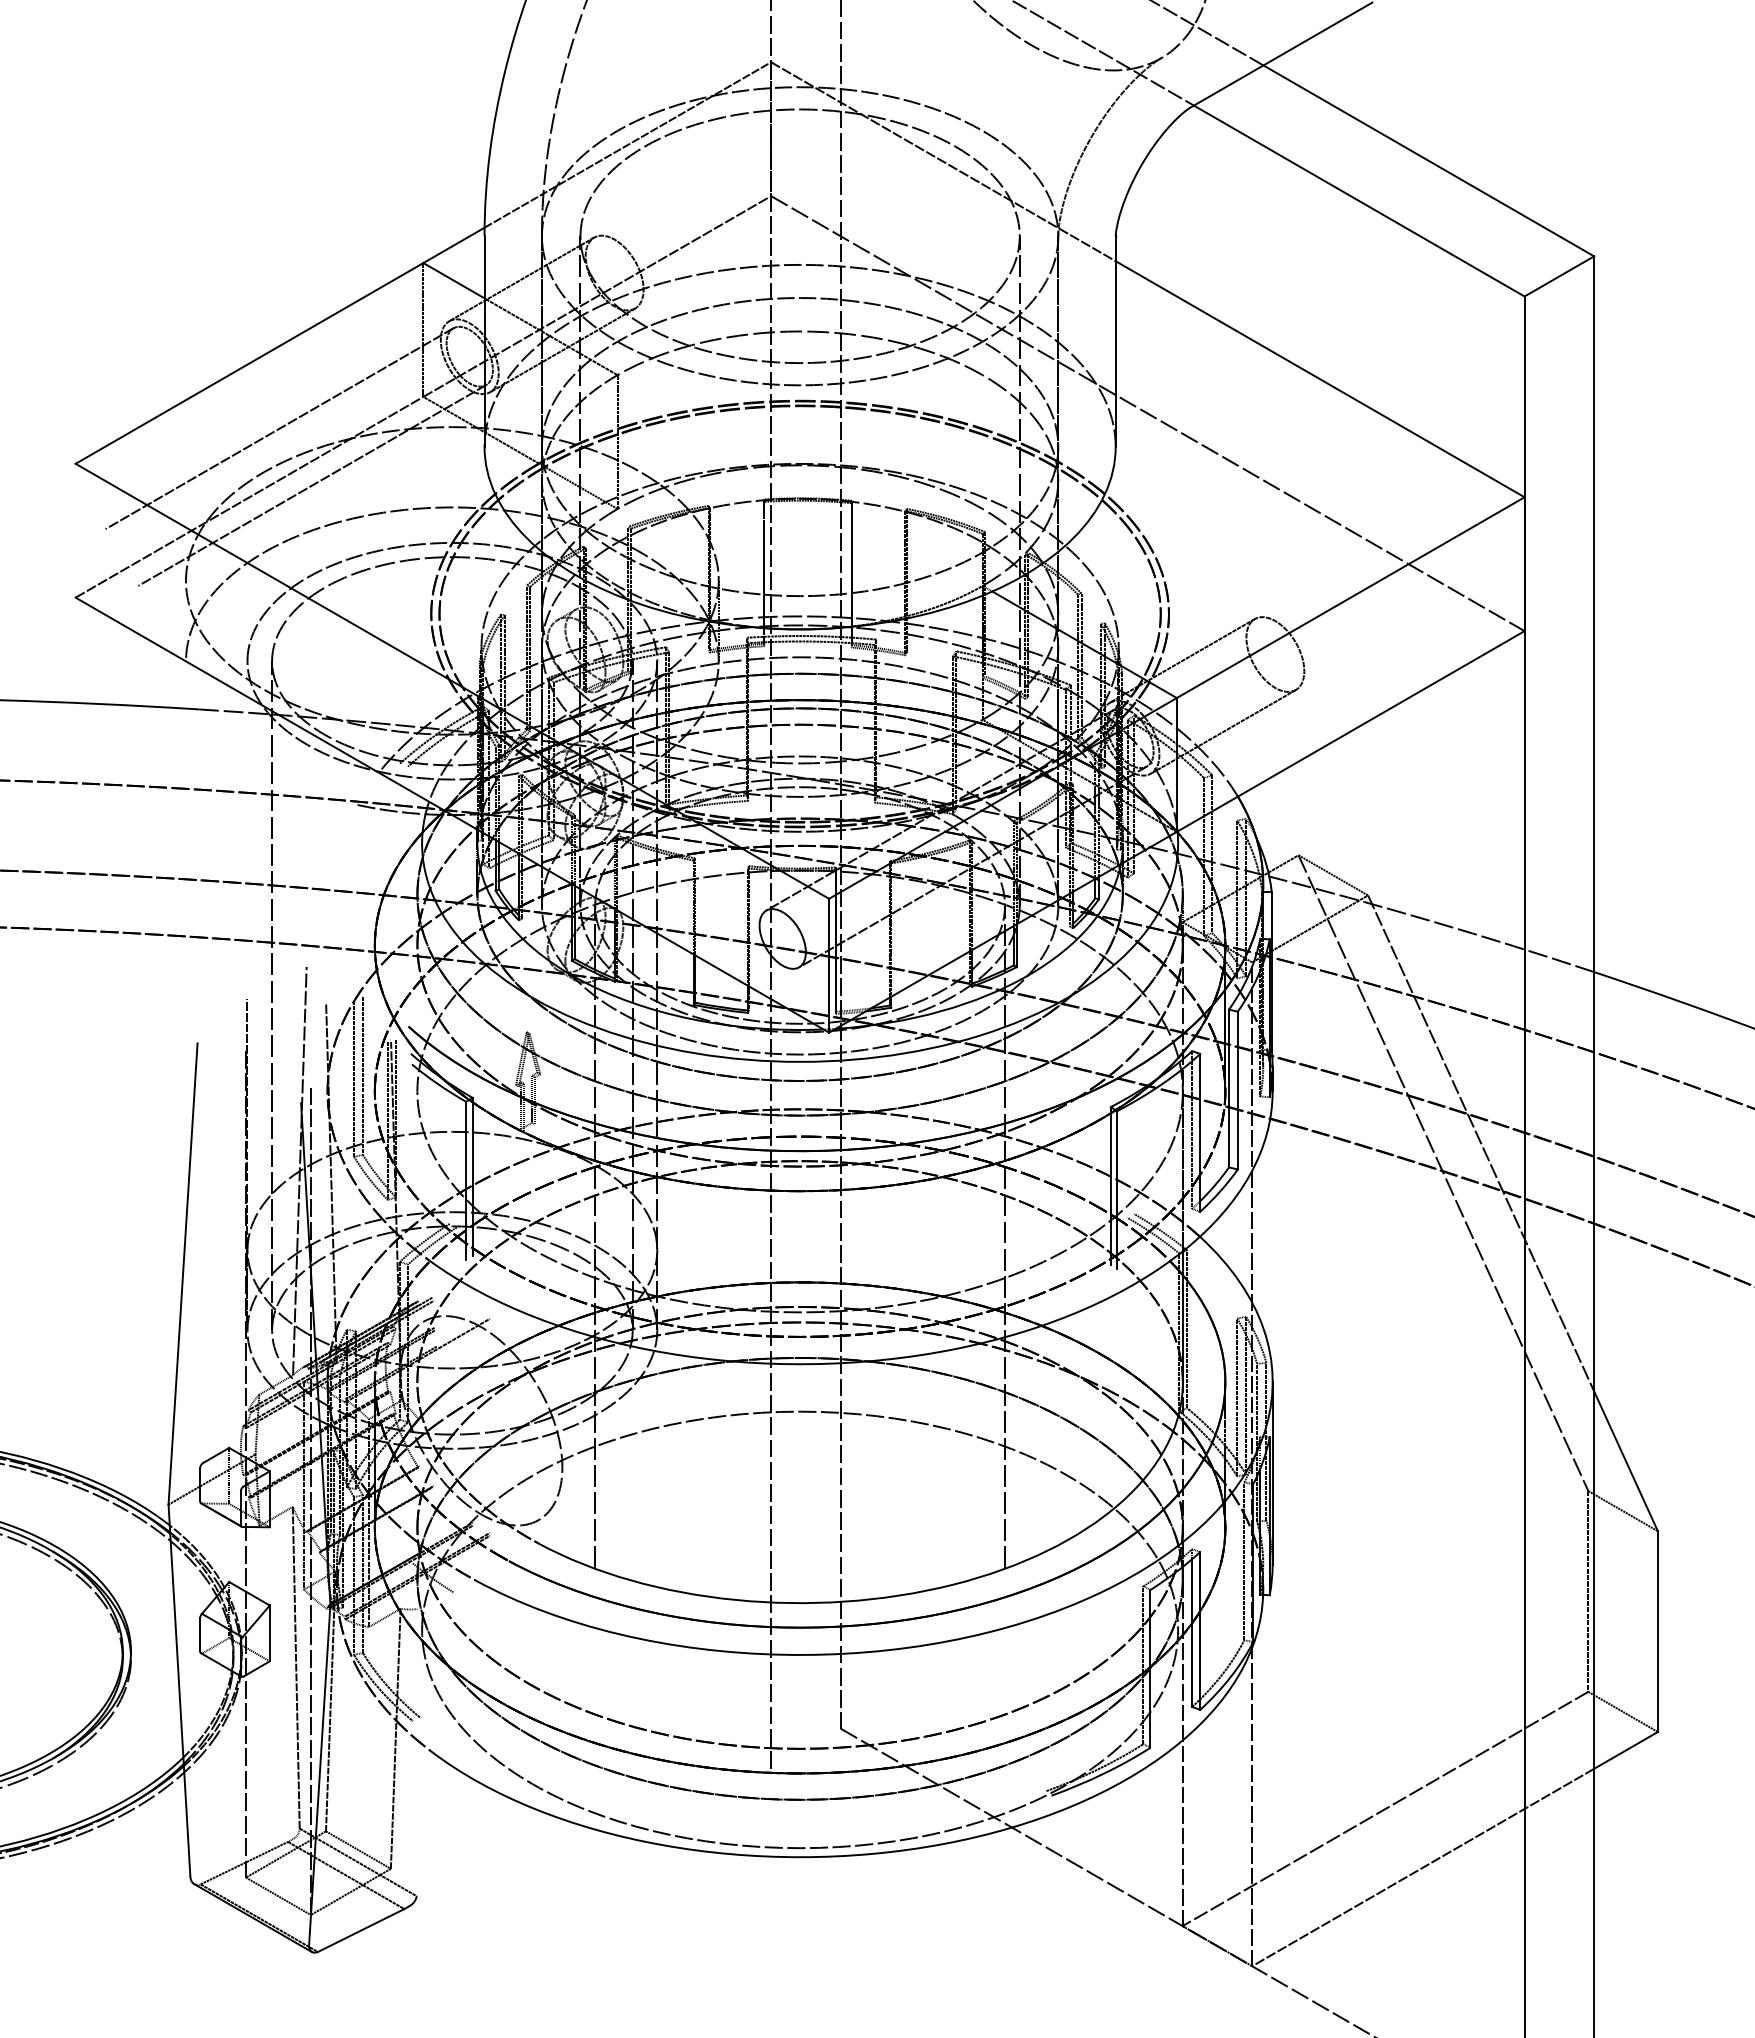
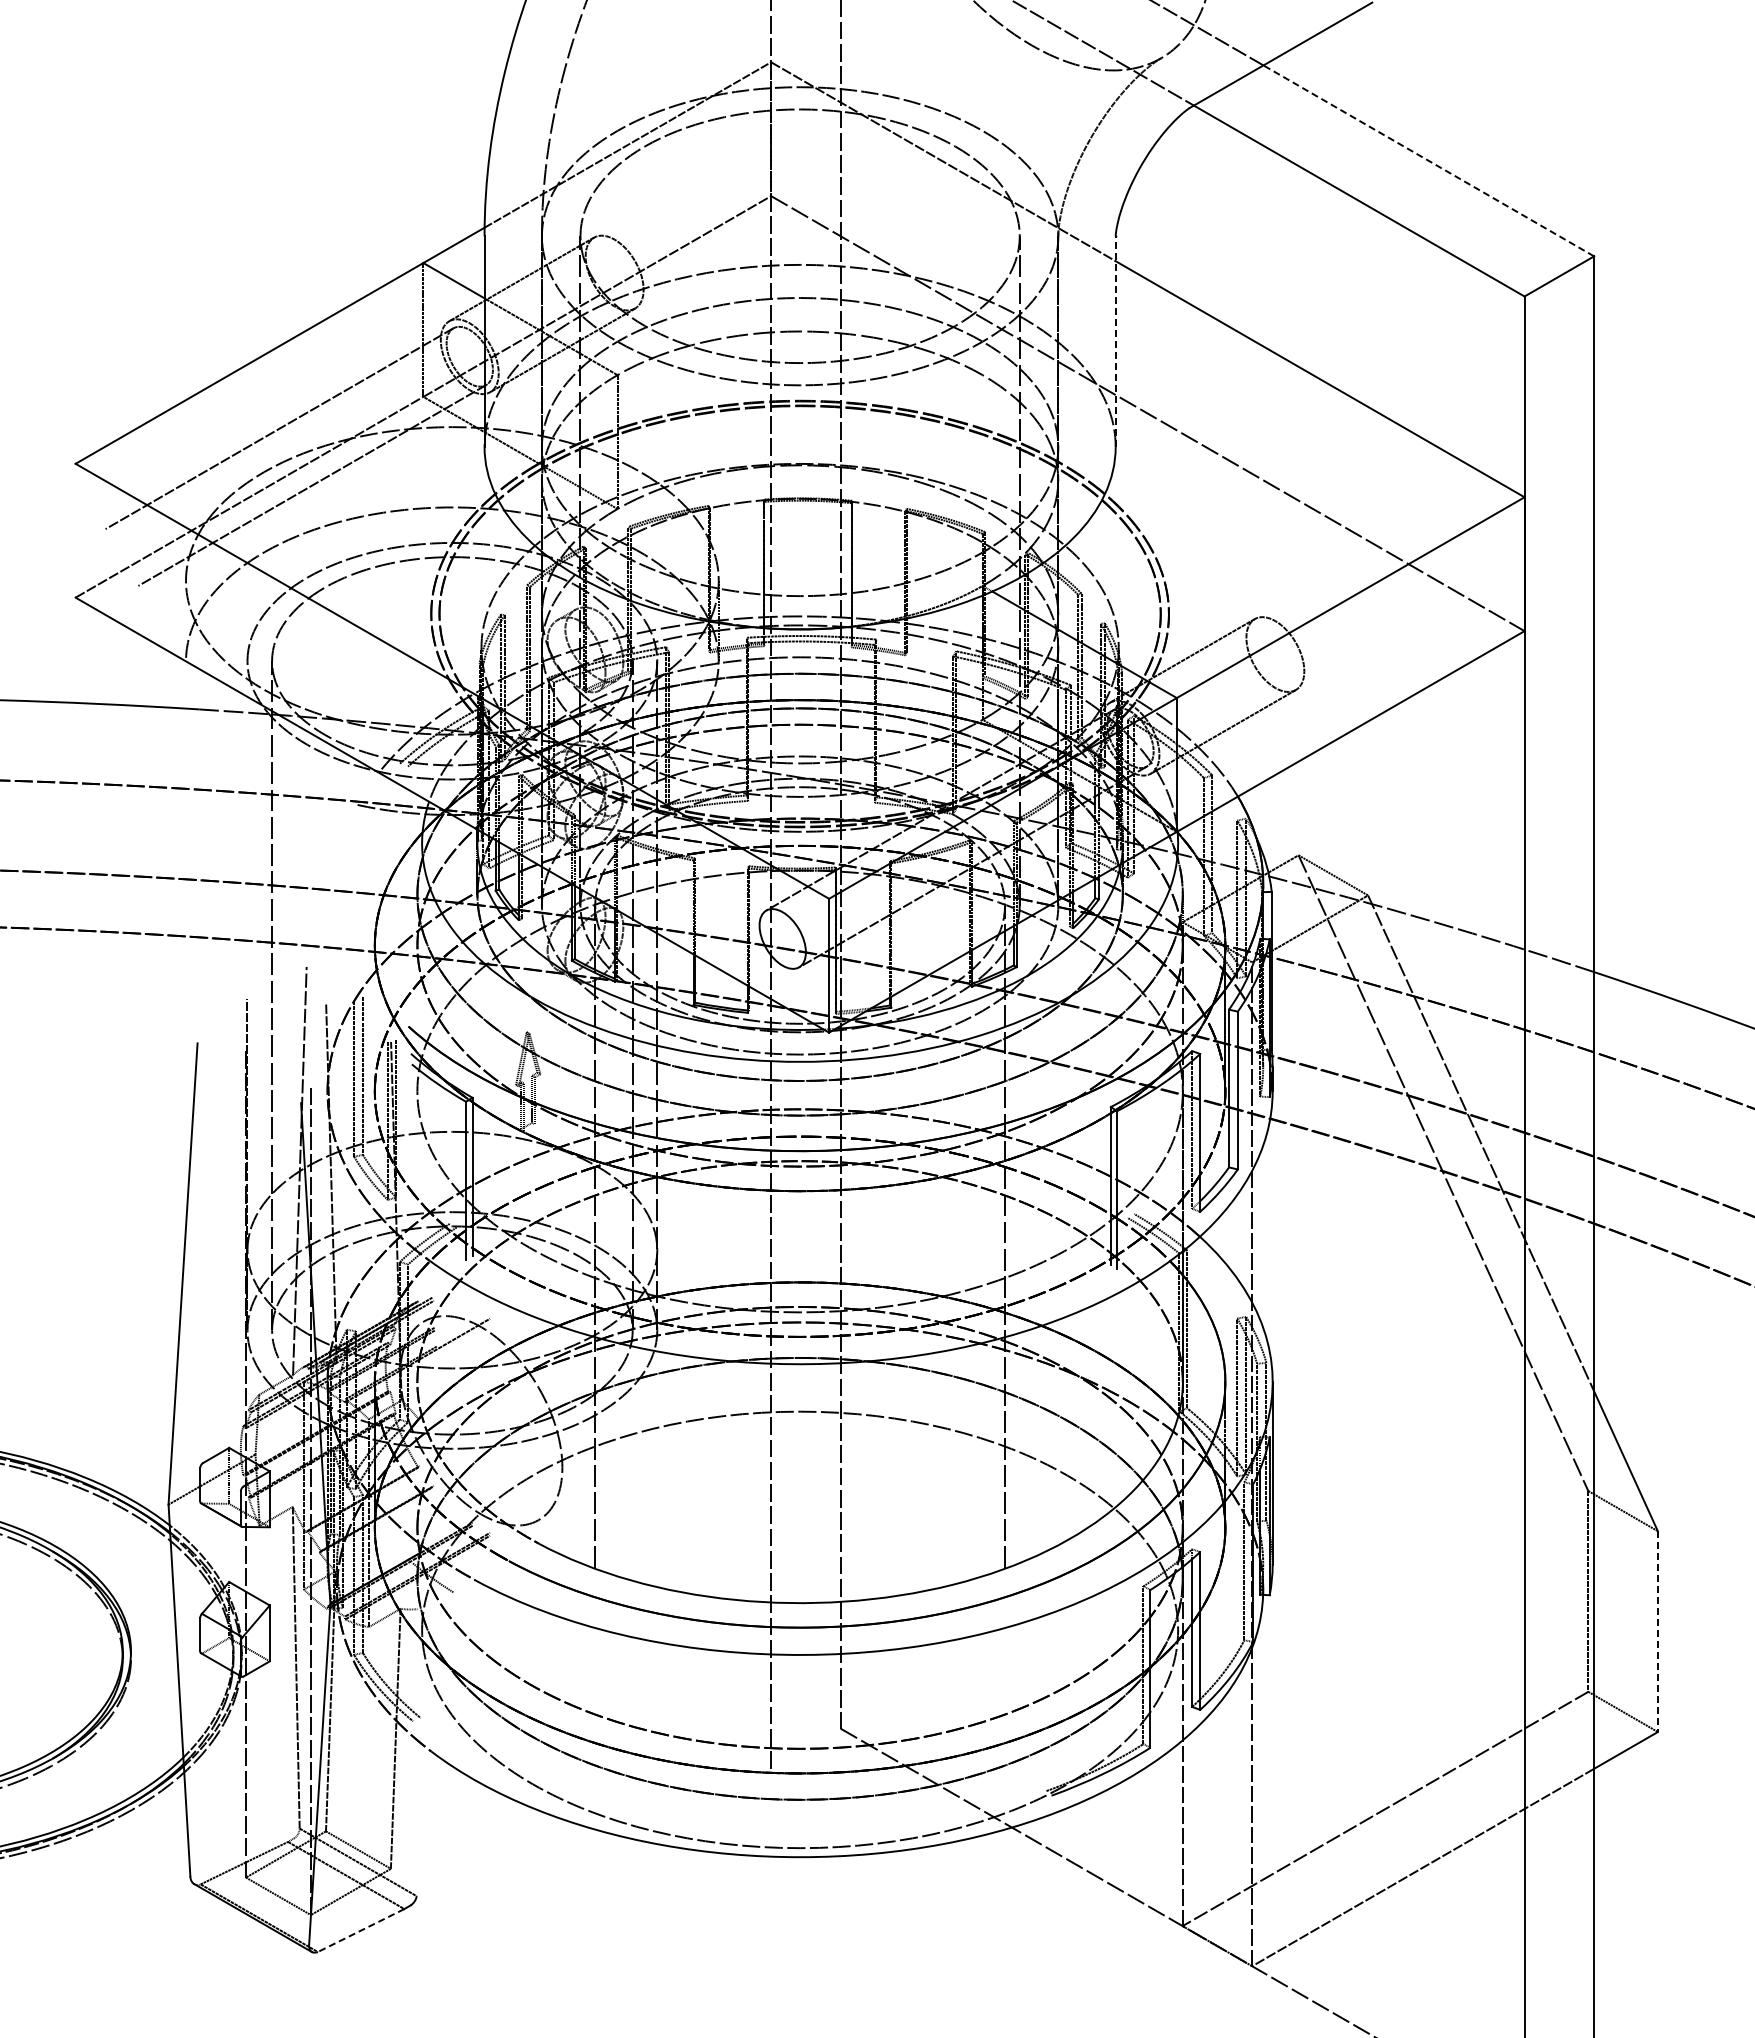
line at (1428, 160): solid -> dashed
line at (1115, 341): solid -> dashed
line at (1657, 1632): solid -> dashed
line at (360, 1930): solid -> dashed
